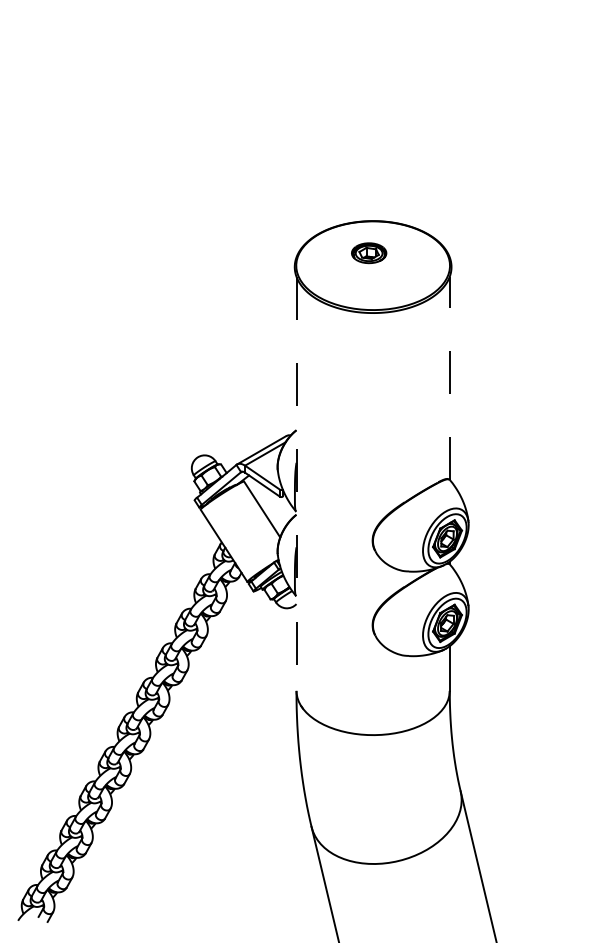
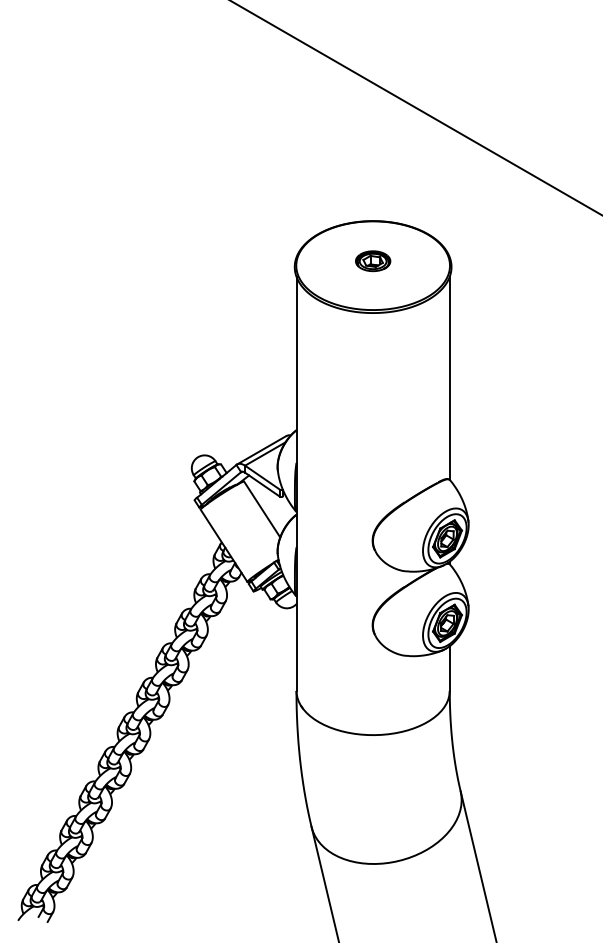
line at (416, 107): none -> present
part at (369, 253) position: (369, 253) -> (373, 261)
line at (449, 378): dashed -> solid
line at (296, 484): dashed -> solid
